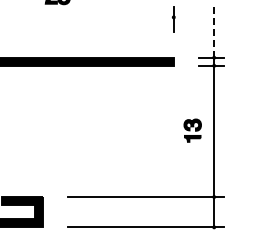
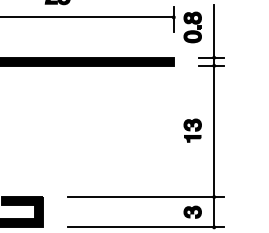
line at (87, 17): none -> present
part at (192, 27): none -> present
line at (214, 31): dashed -> solid
part at (192, 211): none -> present
